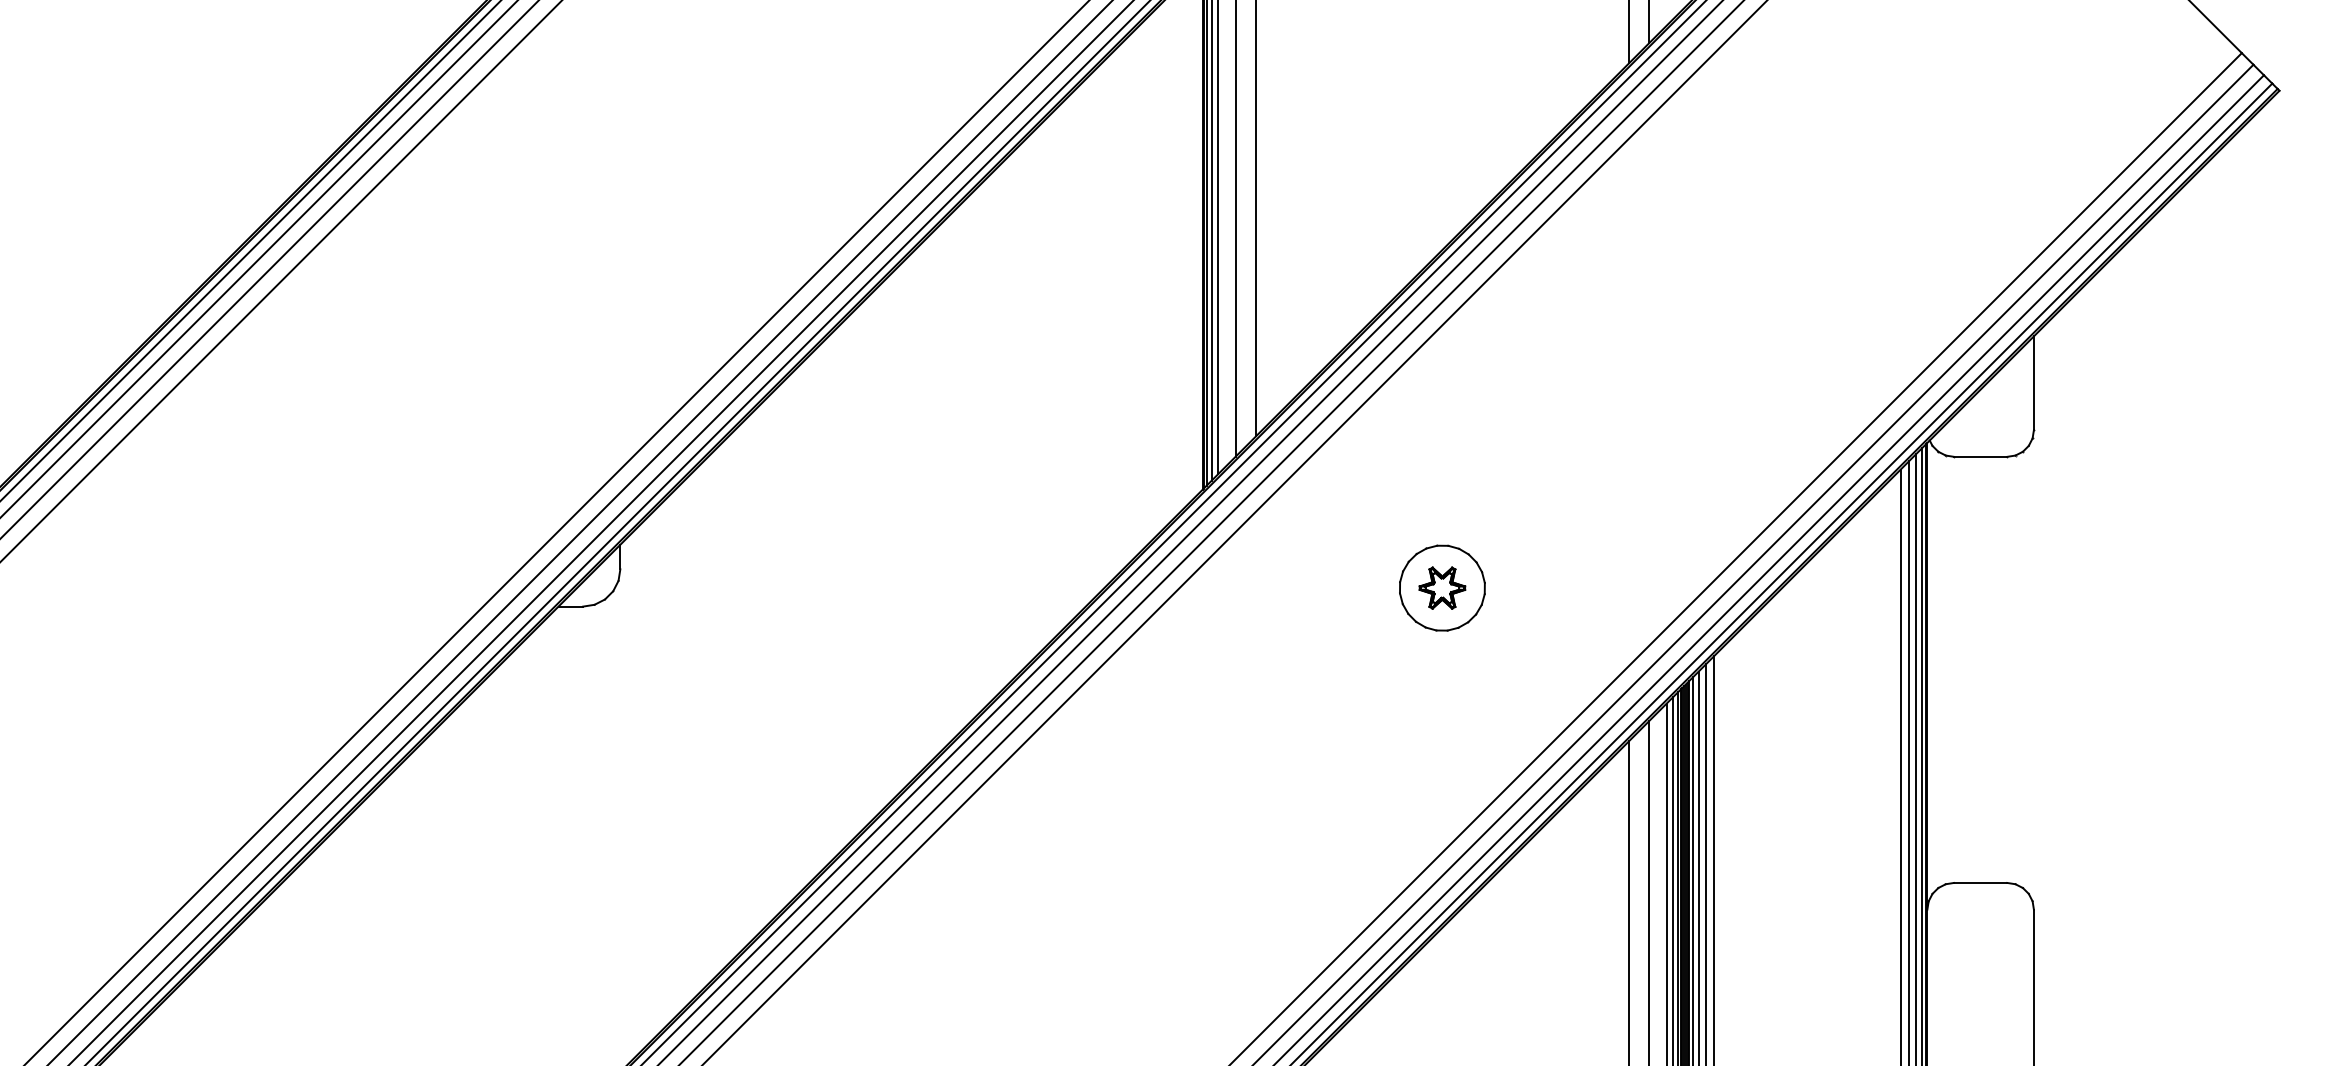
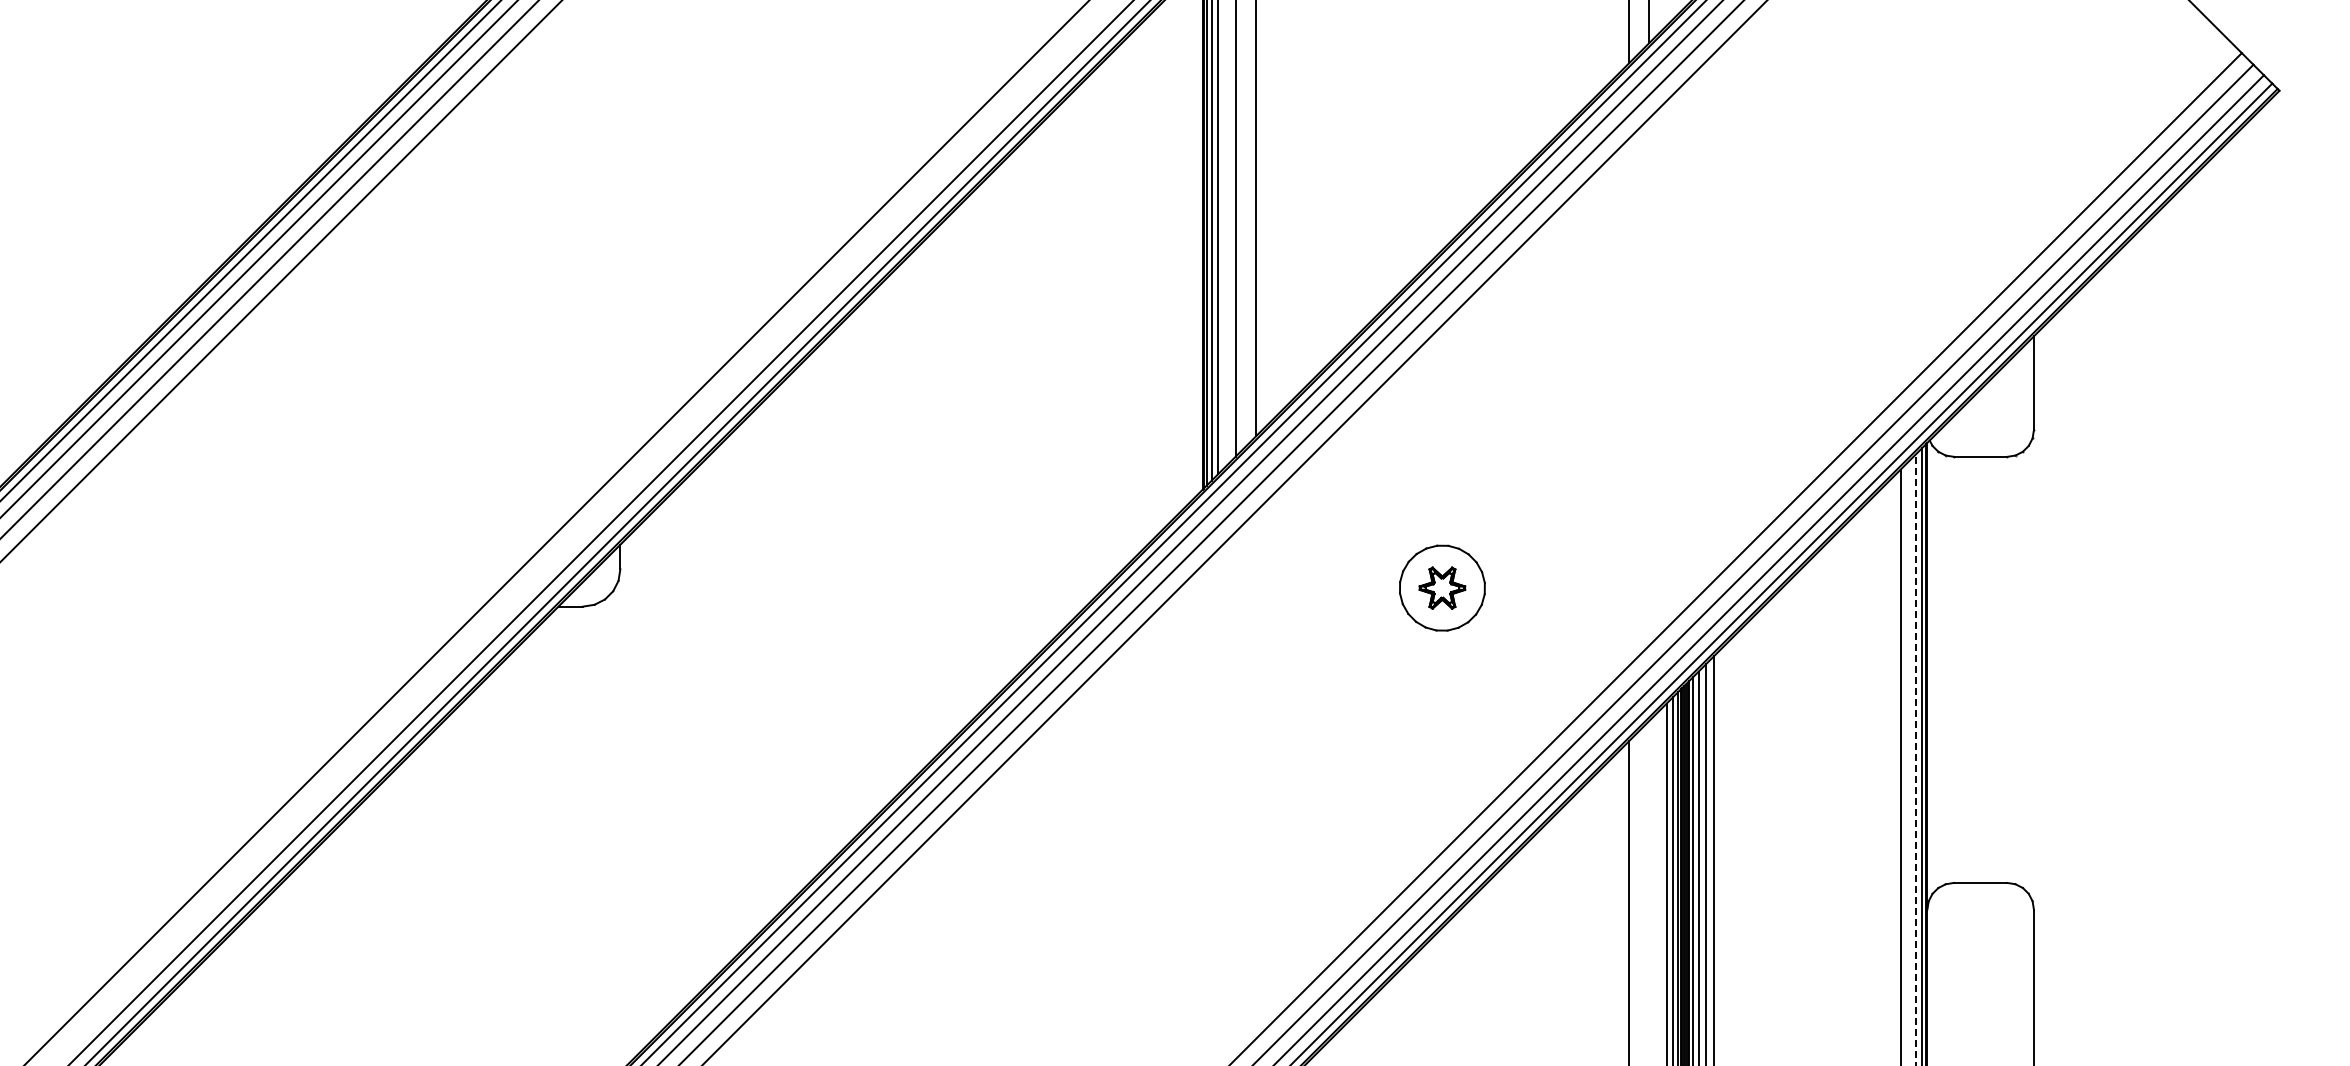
line at (580, 532): present -> none
line at (1916, 759): solid -> dashed
line at (1908, 761): present -> none
line at (1649, 891): present -> none
